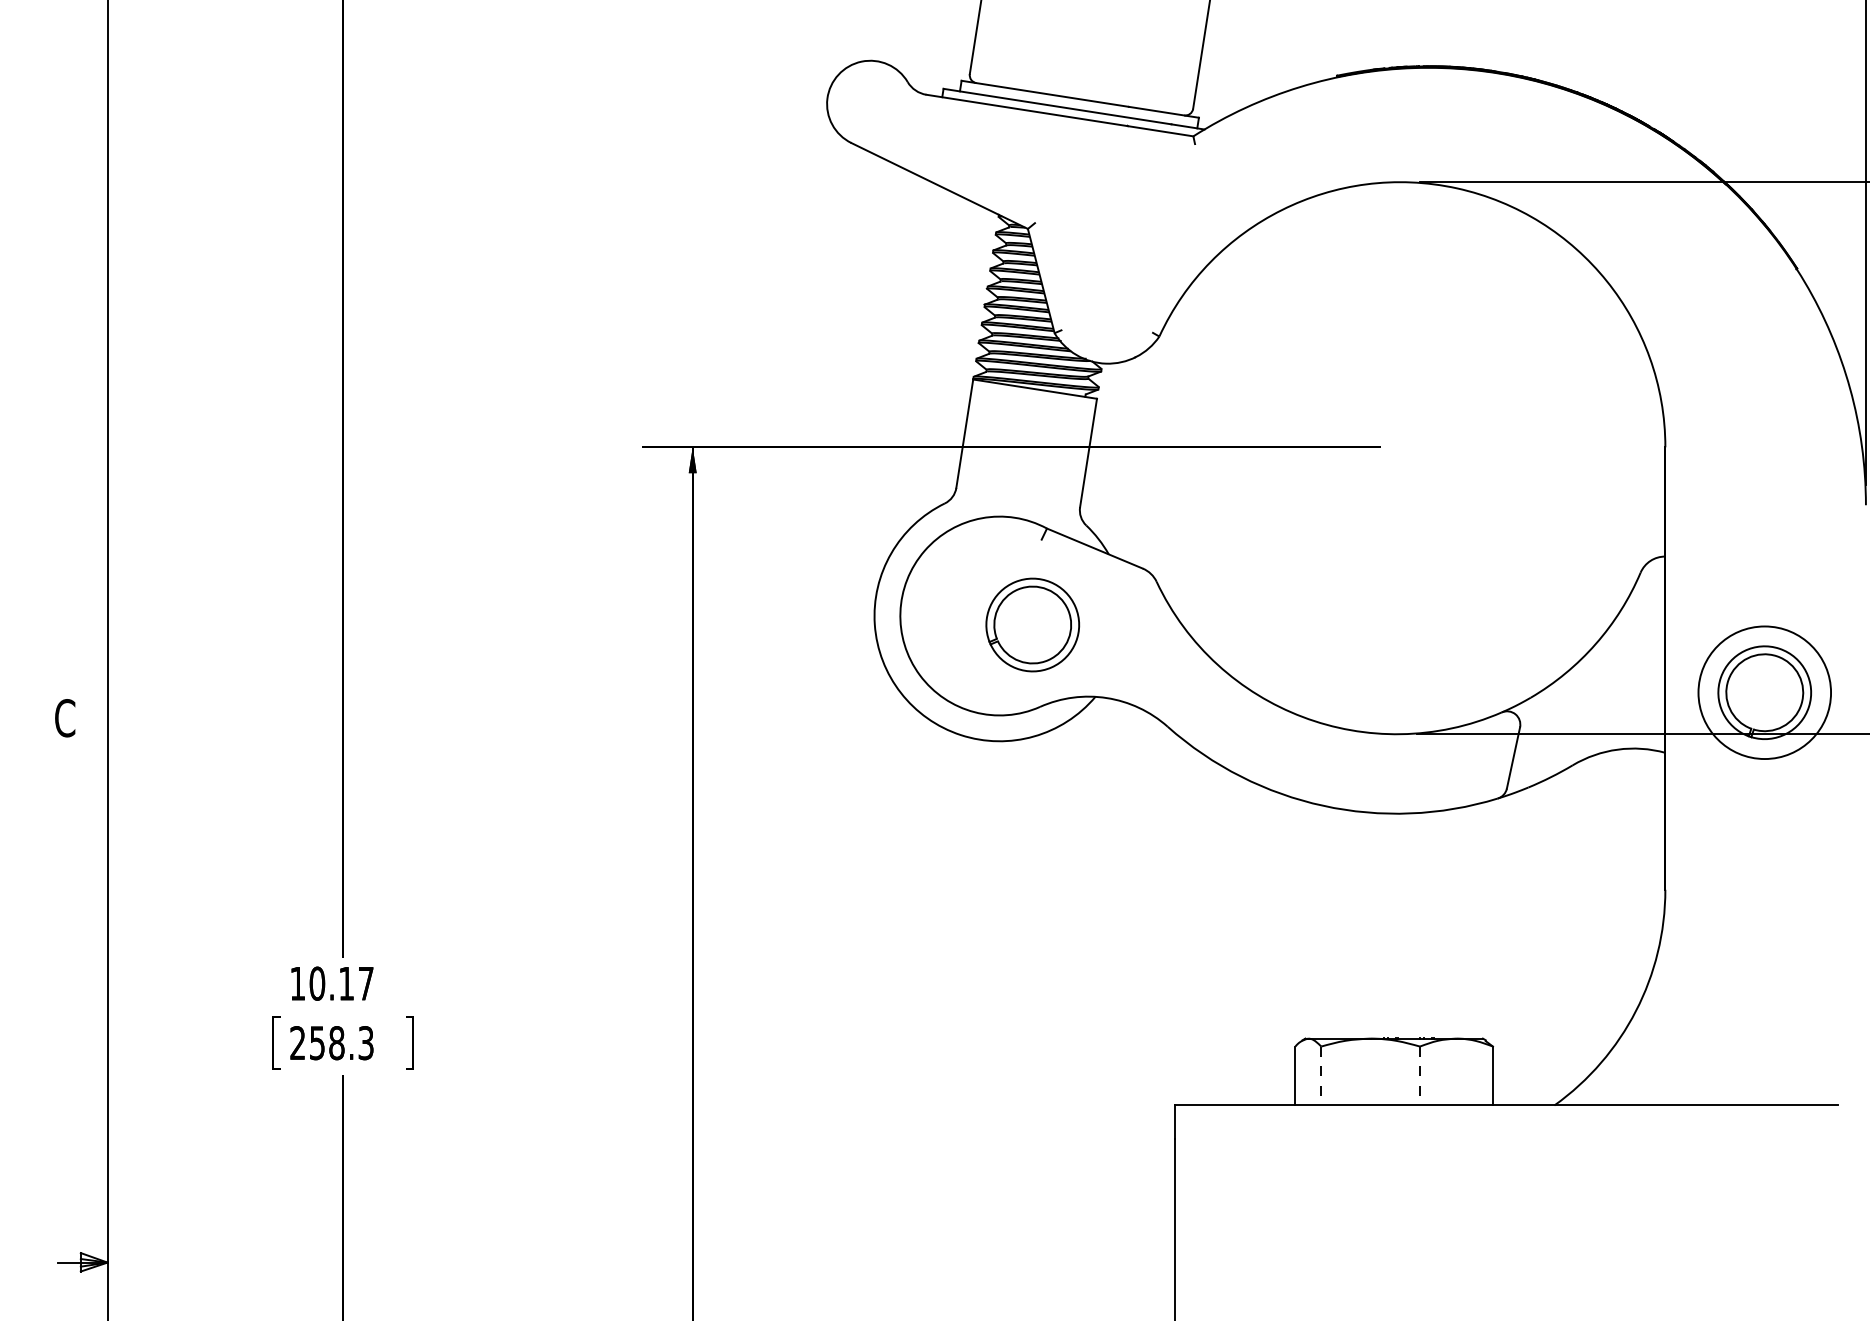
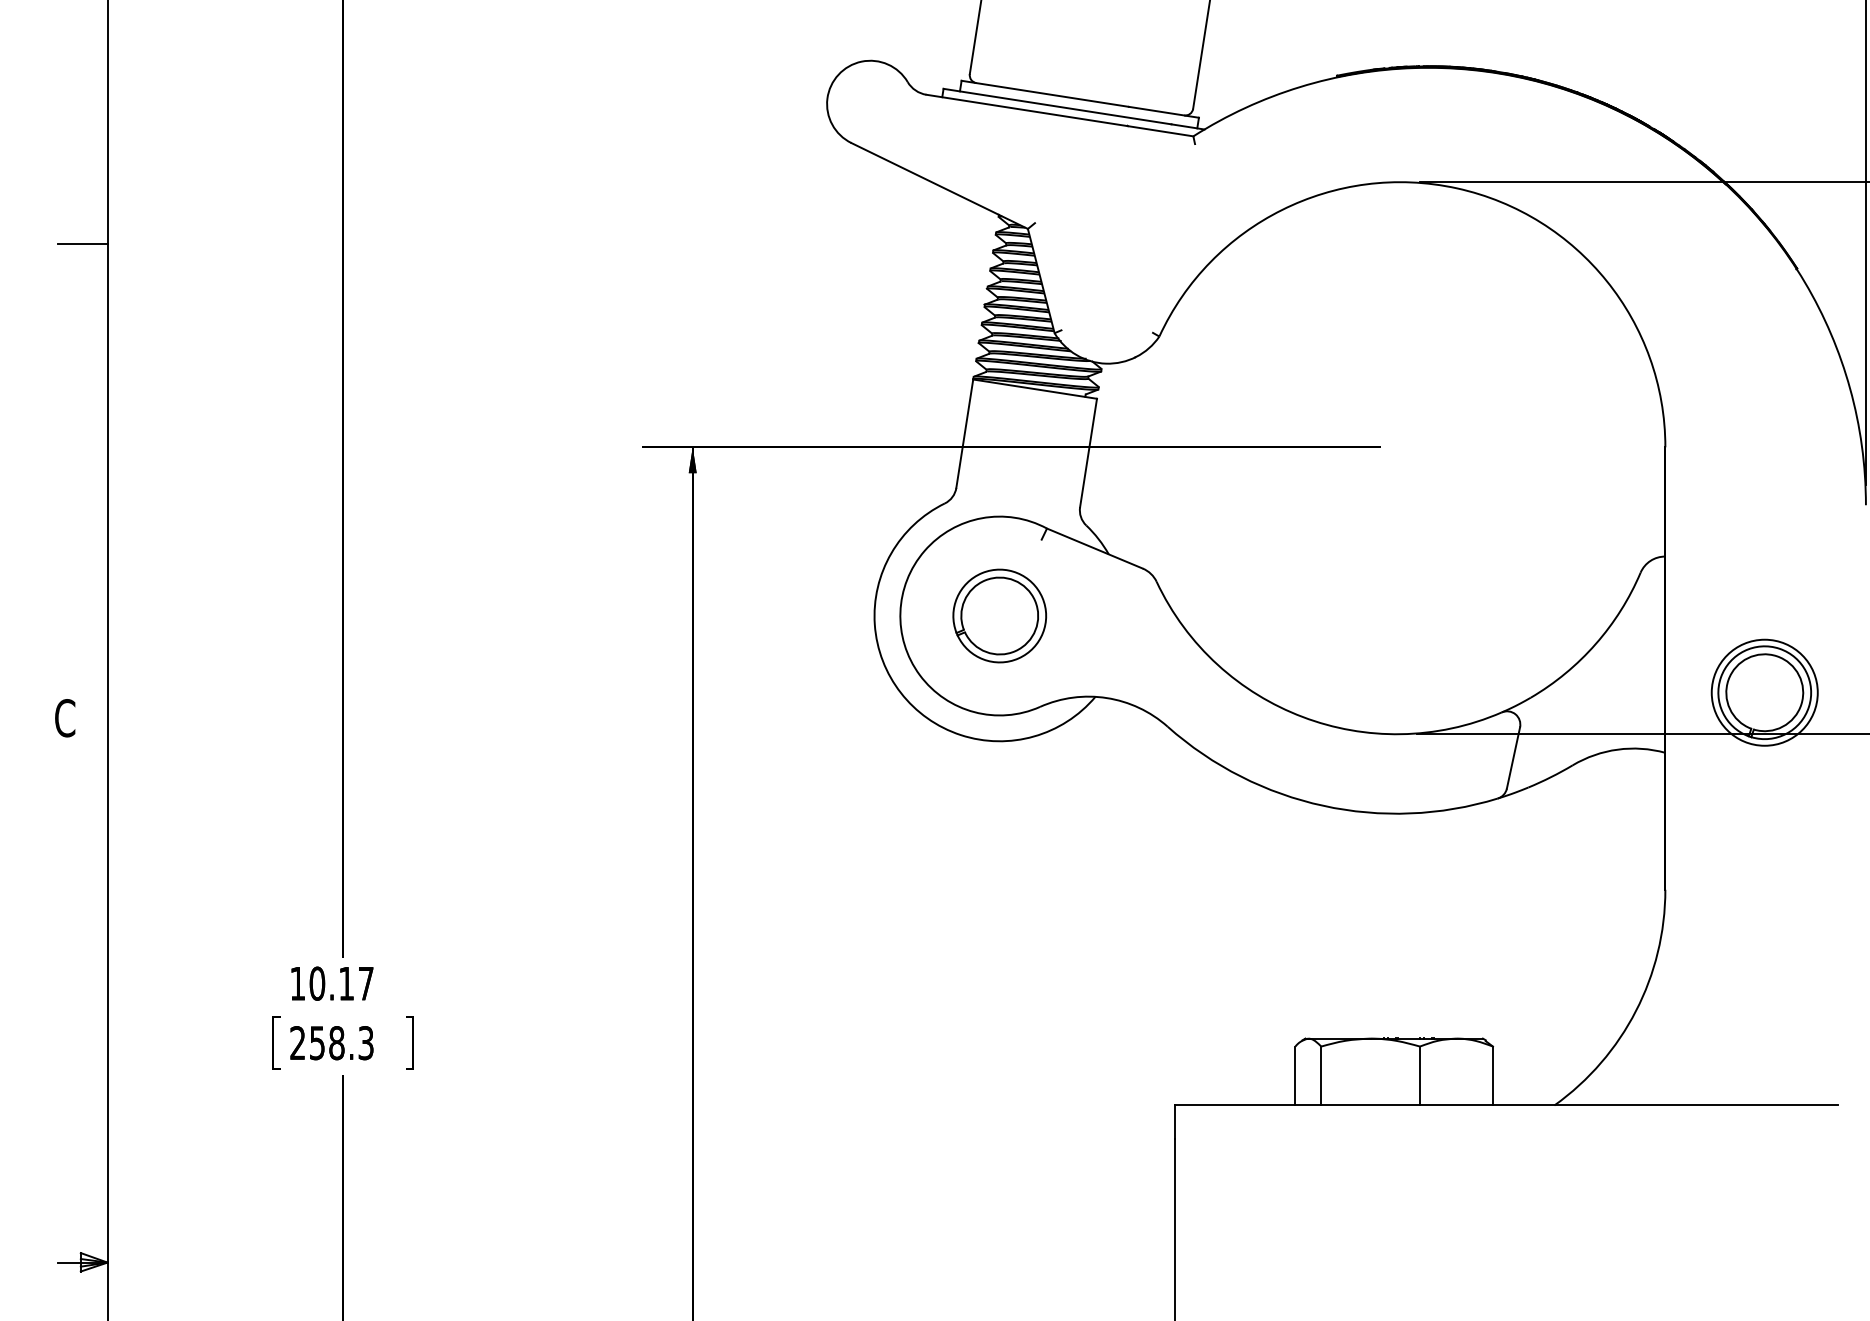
line at (82, 243): none -> present
part at (1032, 624) position: (1032, 624) -> (999, 615)
circle at (1764, 692) diameter: 133 px -> 106 px
line at (1321, 1076): dashed -> solid
line at (1420, 1076): dashed -> solid
